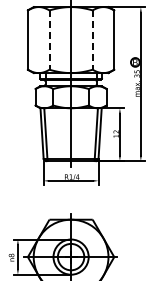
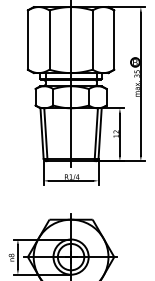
line at (49, 40): dashed -> solid
line at (92, 40): dashed -> solid
